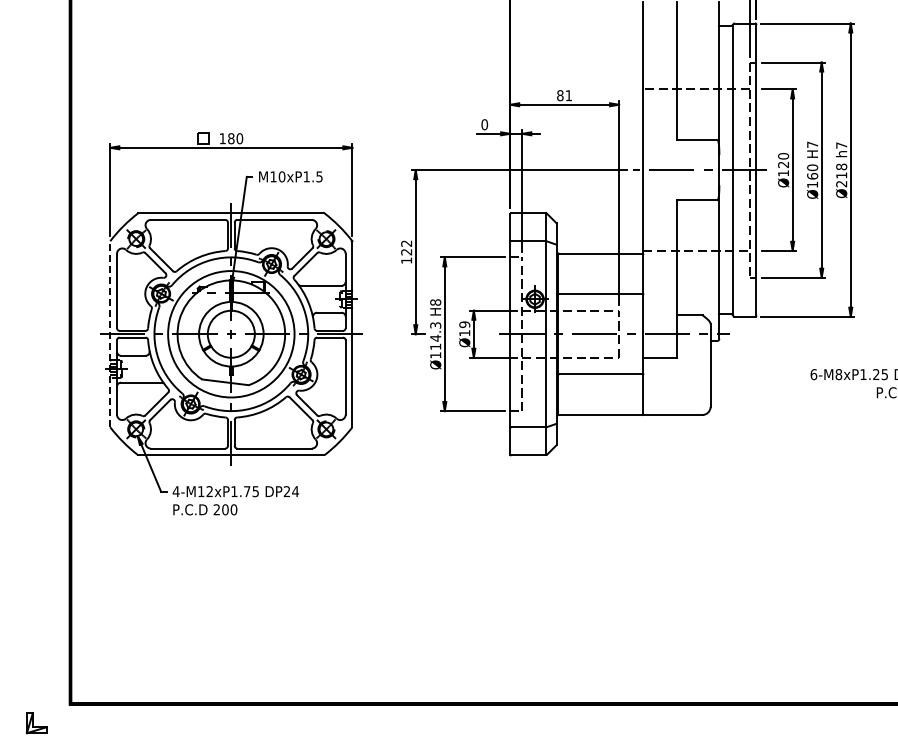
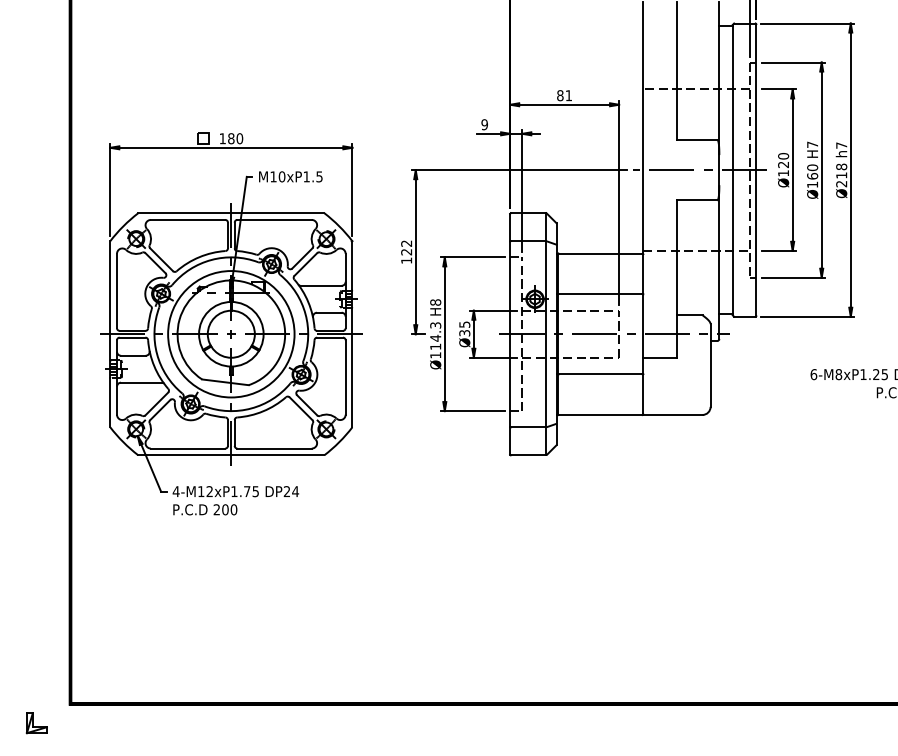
text at (484, 124): 0 -> 9
text at (464, 328): Ø19 -> Ø35
line at (110, 333): dashed -> solid
